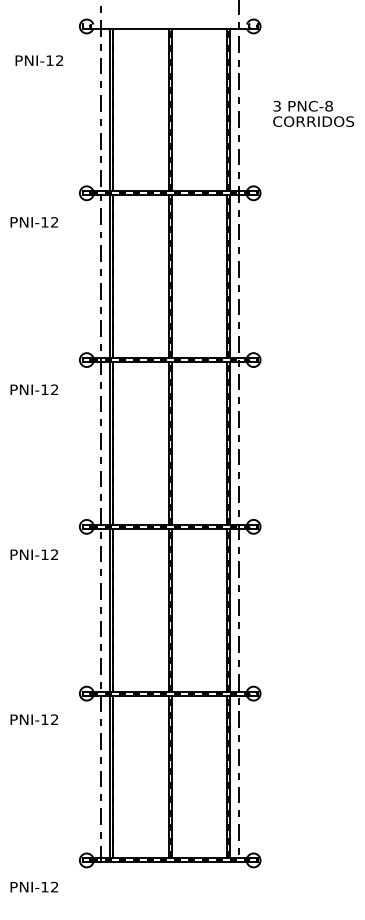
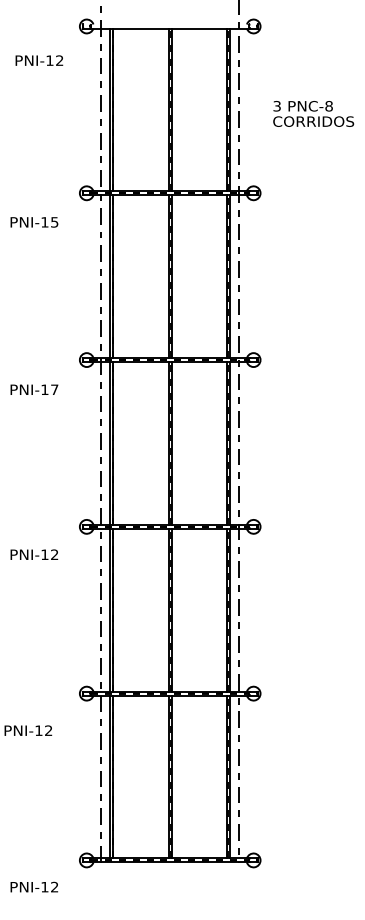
text at (54, 222): PNI-12 -> PNI-15
text at (54, 389): PNI-12 -> PNI-17
text at (34, 719) position: (34, 719) -> (28, 730)
